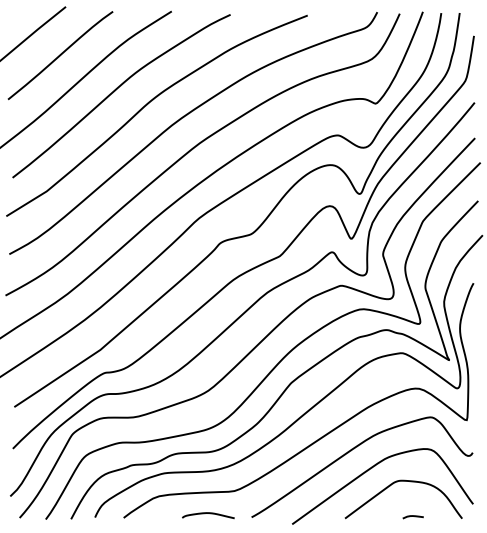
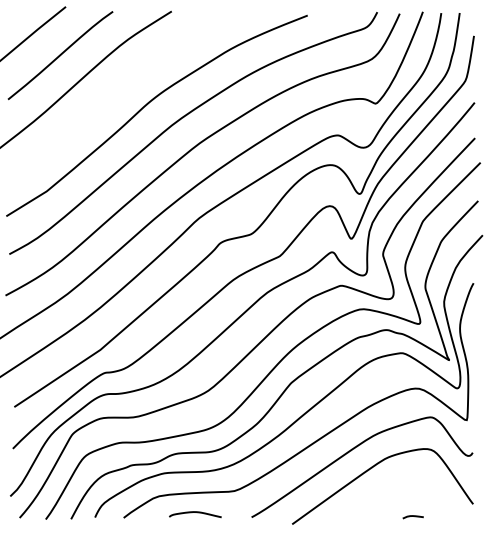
curve at (116, 90): present -> none
curve at (403, 481): present -> none
curve at (208, 513) position: (208, 513) -> (195, 512)
